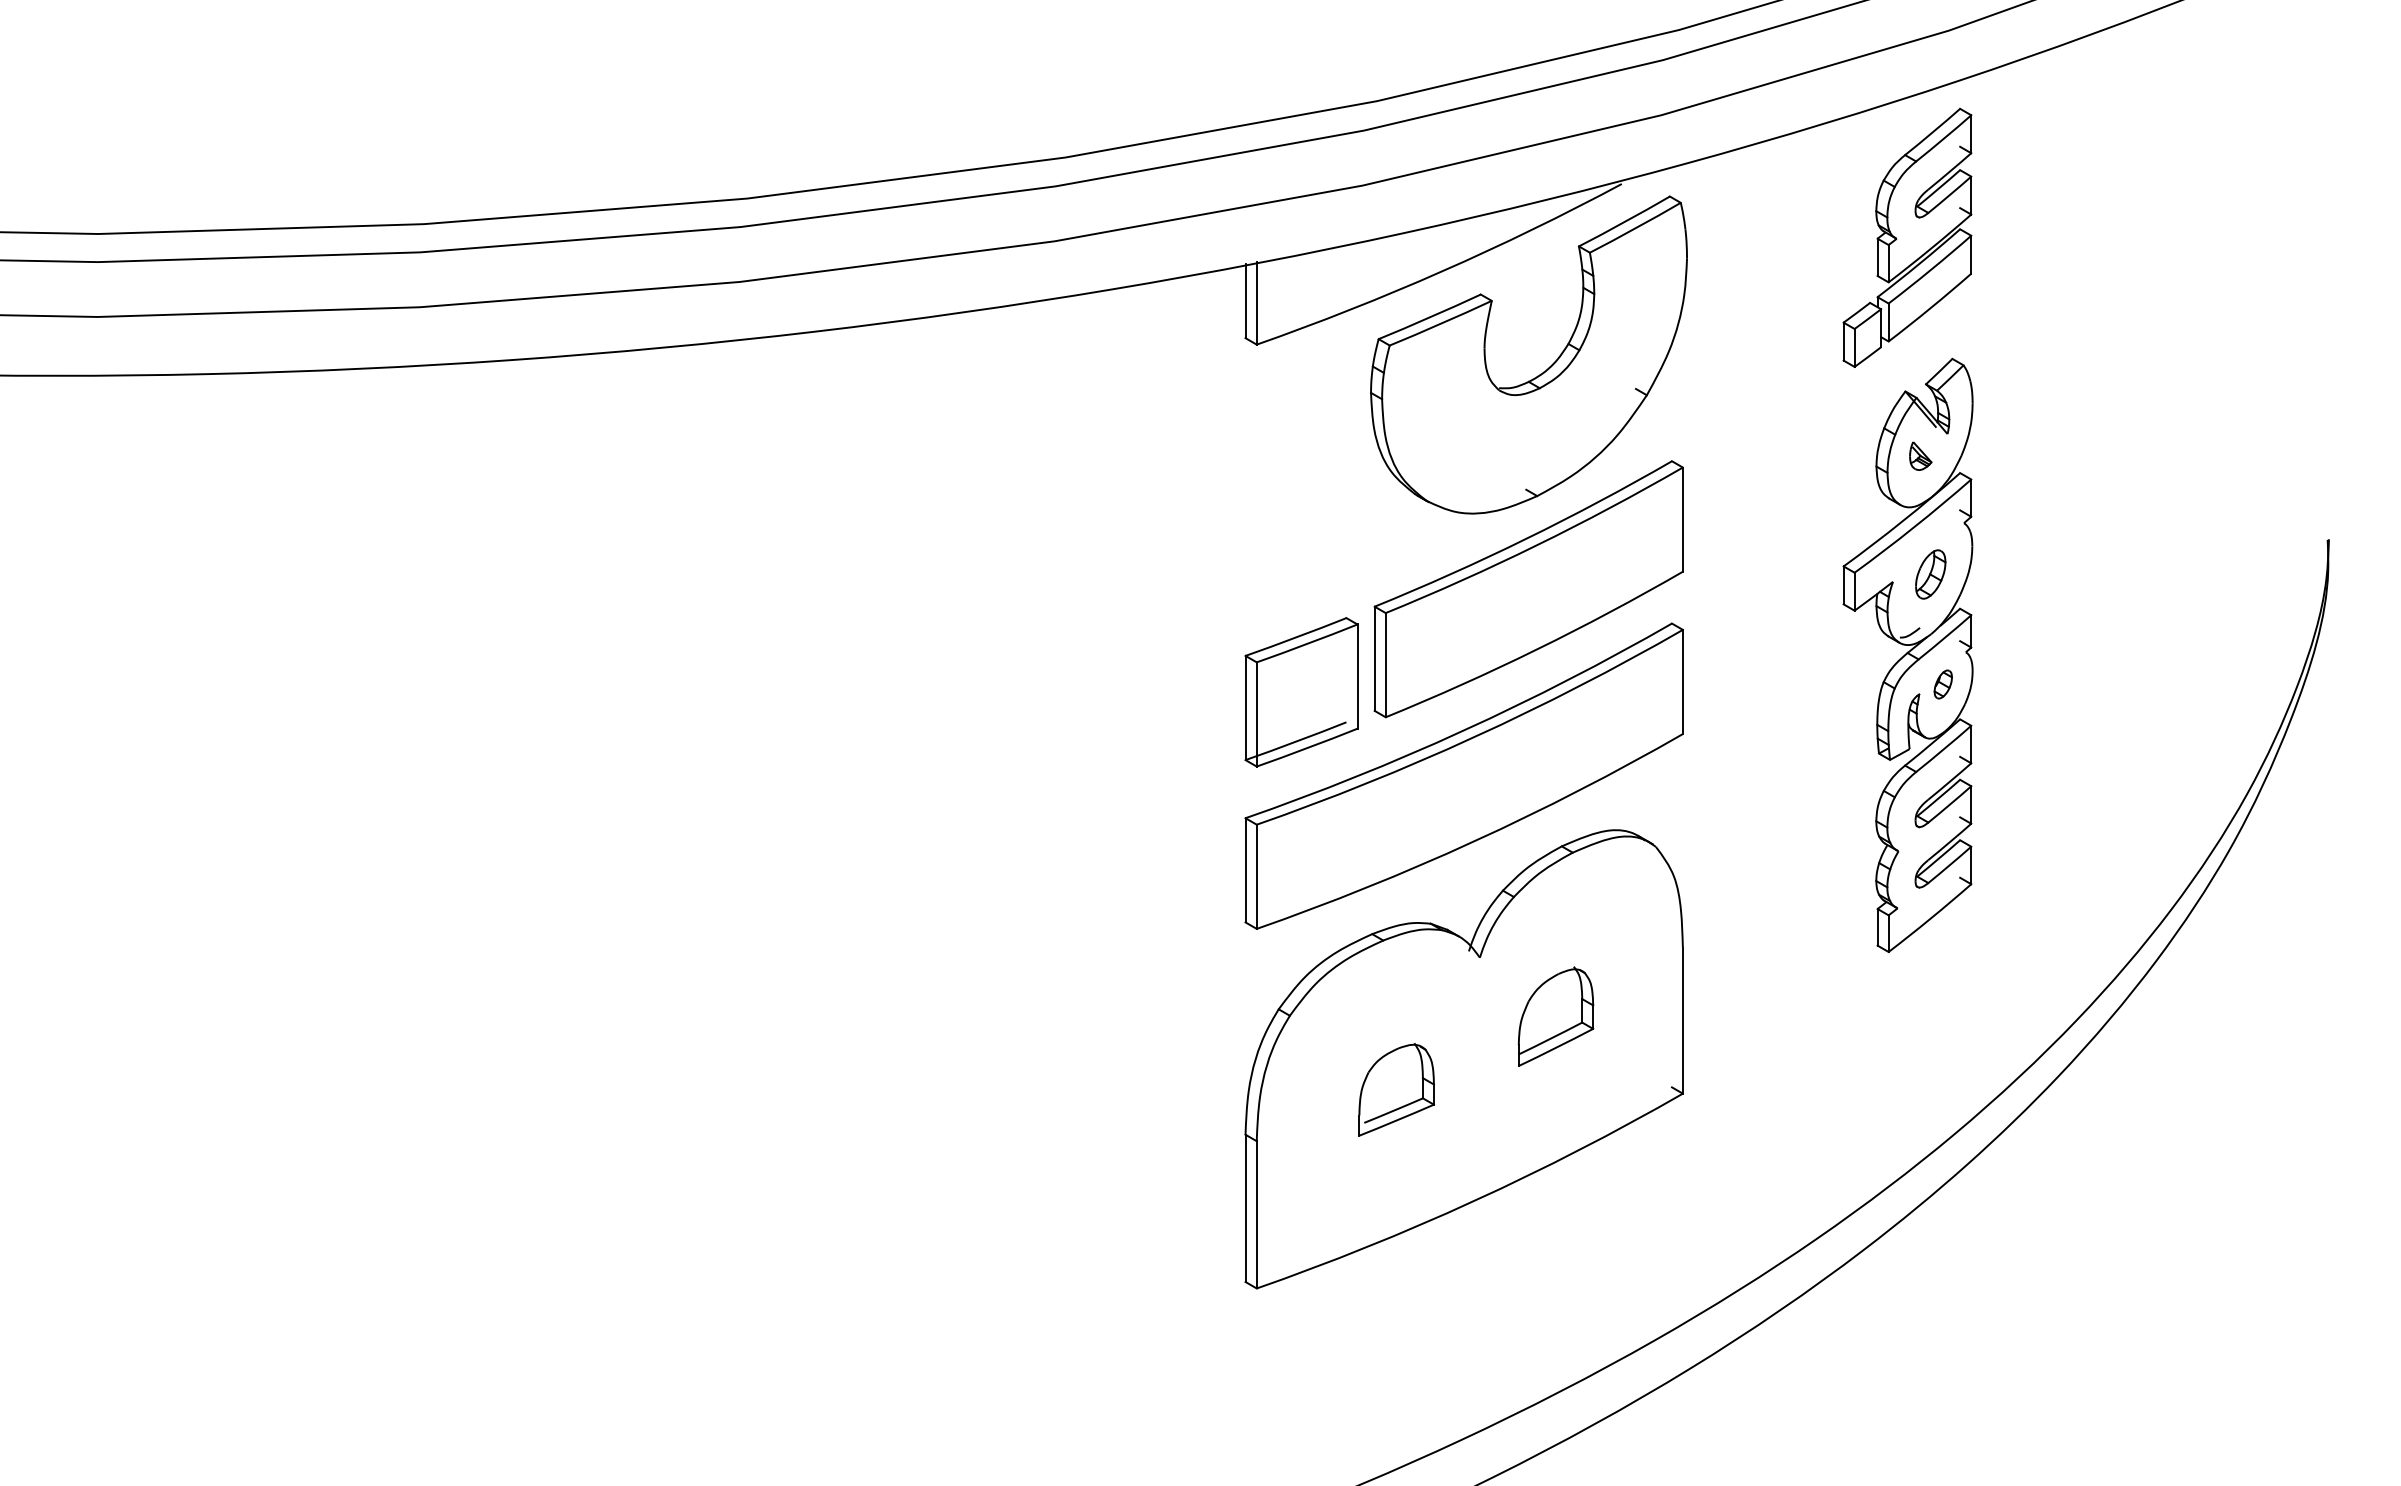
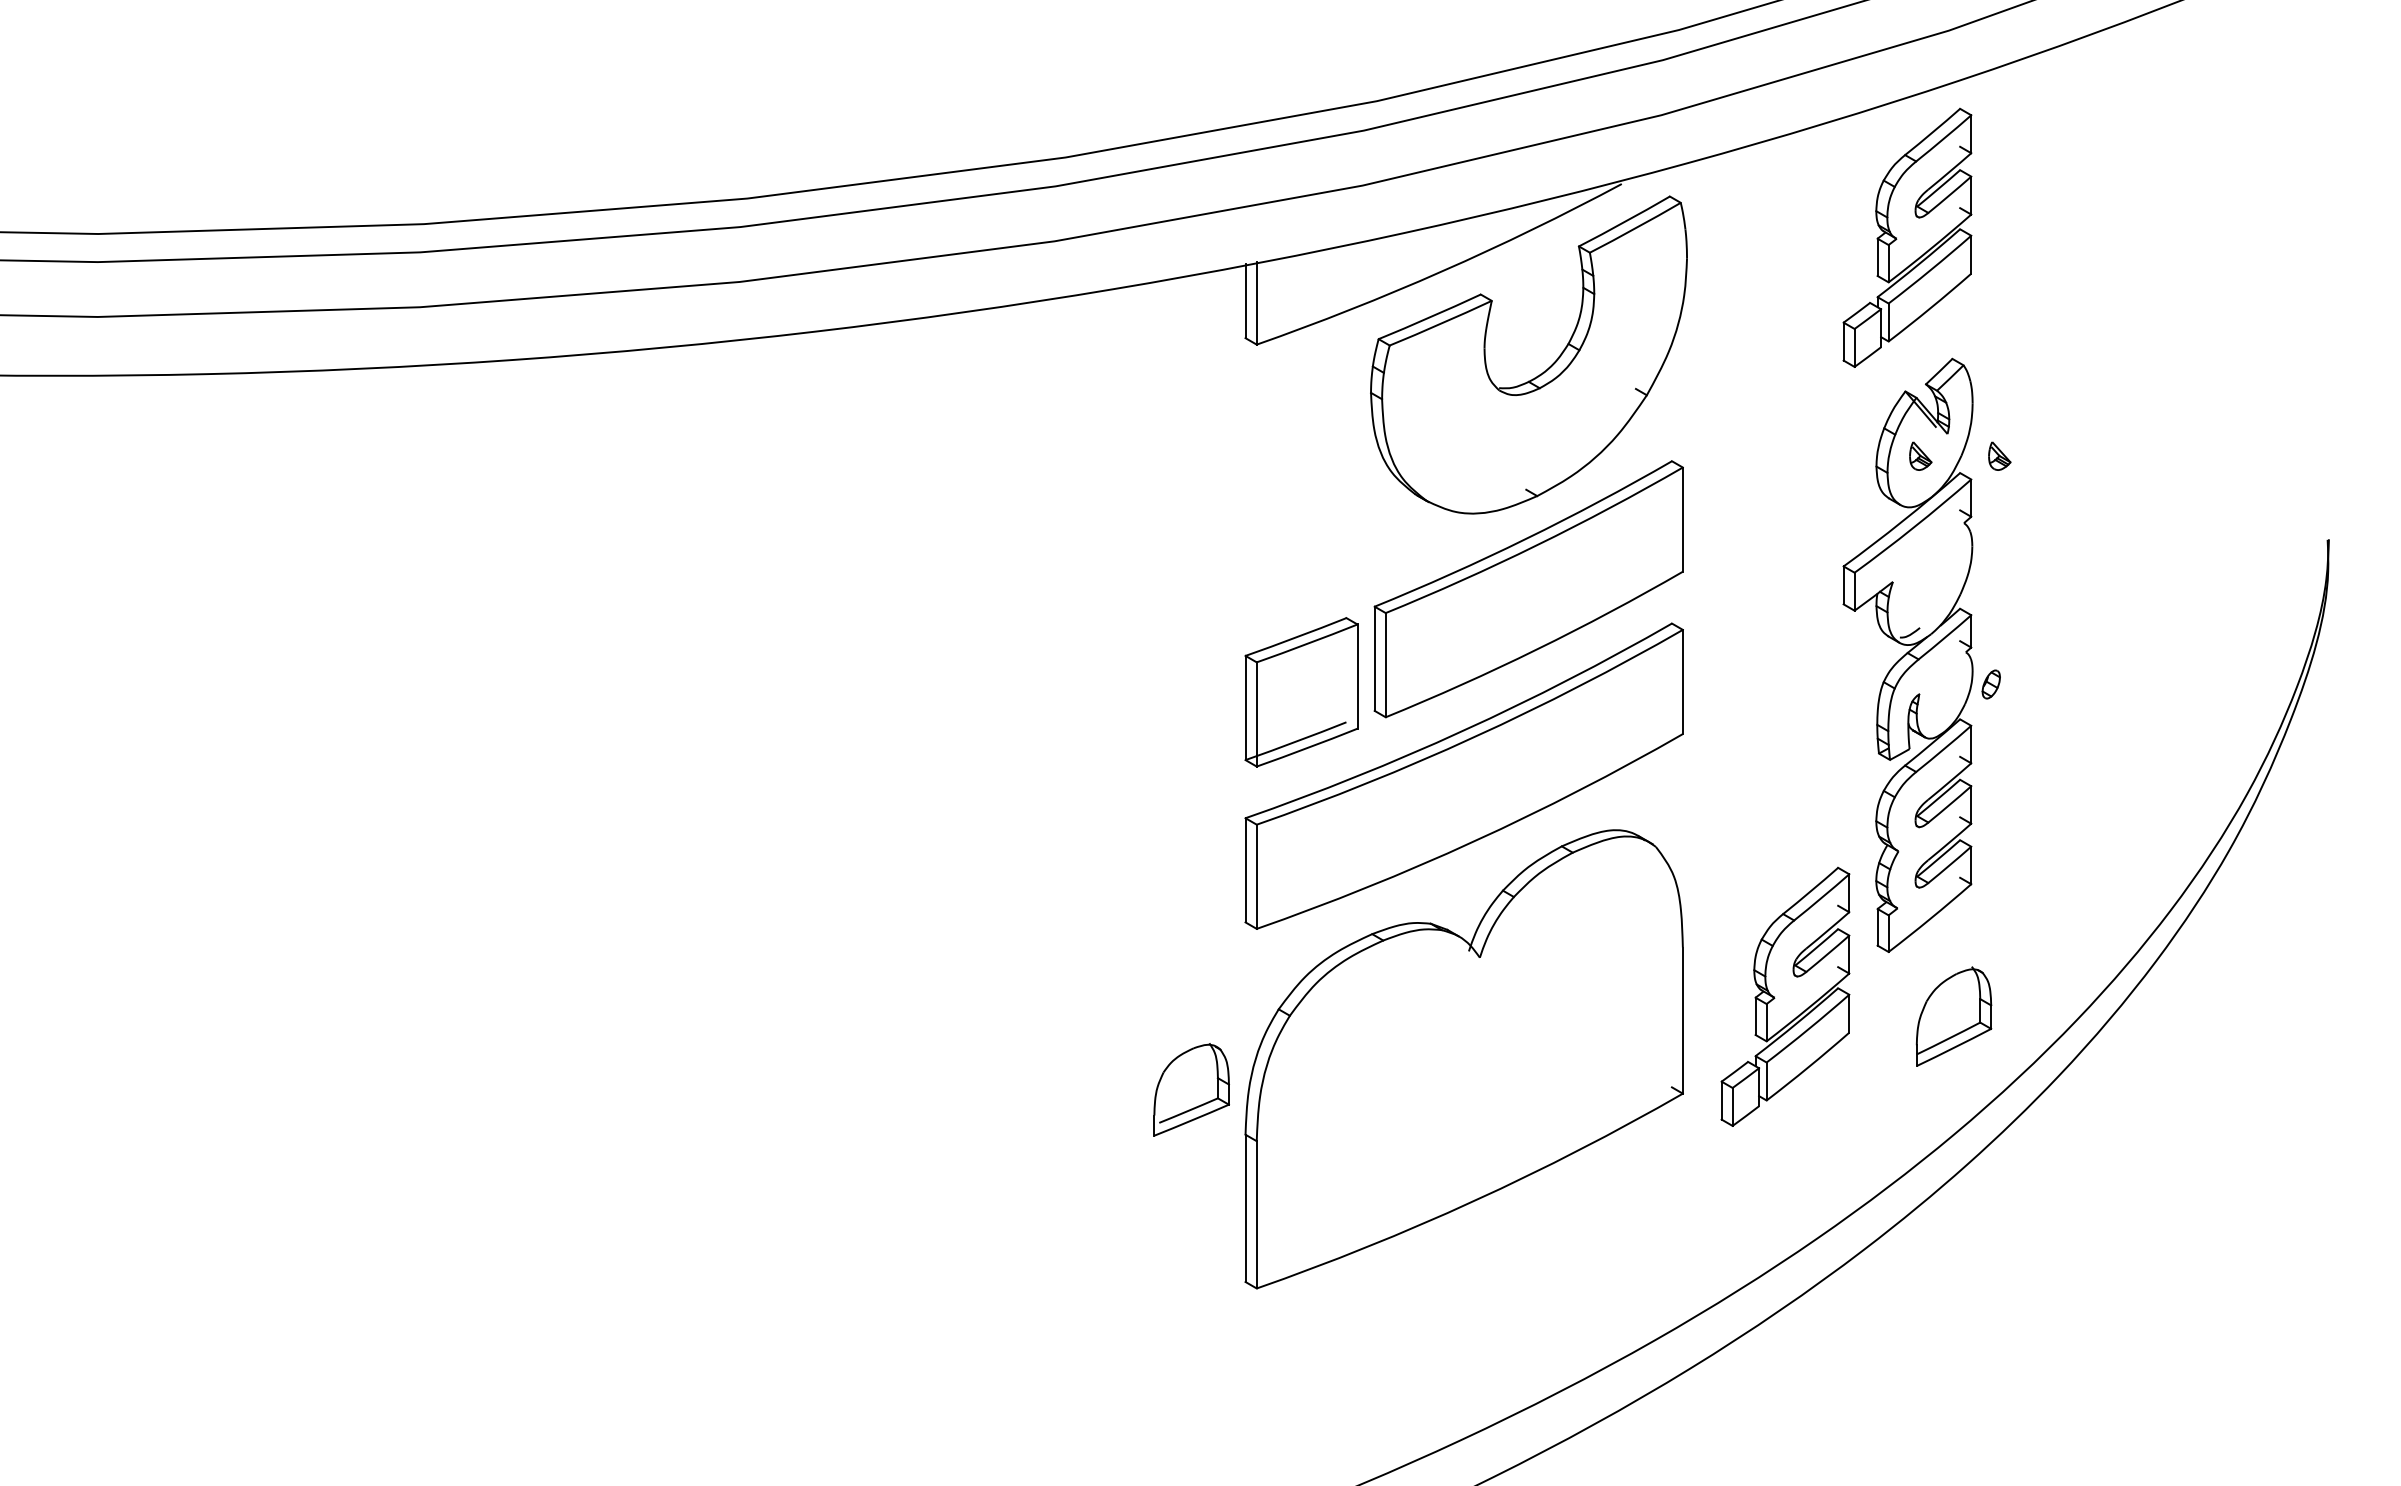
part at (1999, 455): none -> present
part at (1930, 574): present -> none
part at (1942, 684) position: (1942, 684) -> (1990, 684)
part at (1785, 996): none -> present
part at (1555, 1016) position: (1555, 1016) -> (1953, 1016)
part at (1396, 1089) position: (1396, 1089) -> (1191, 1089)
